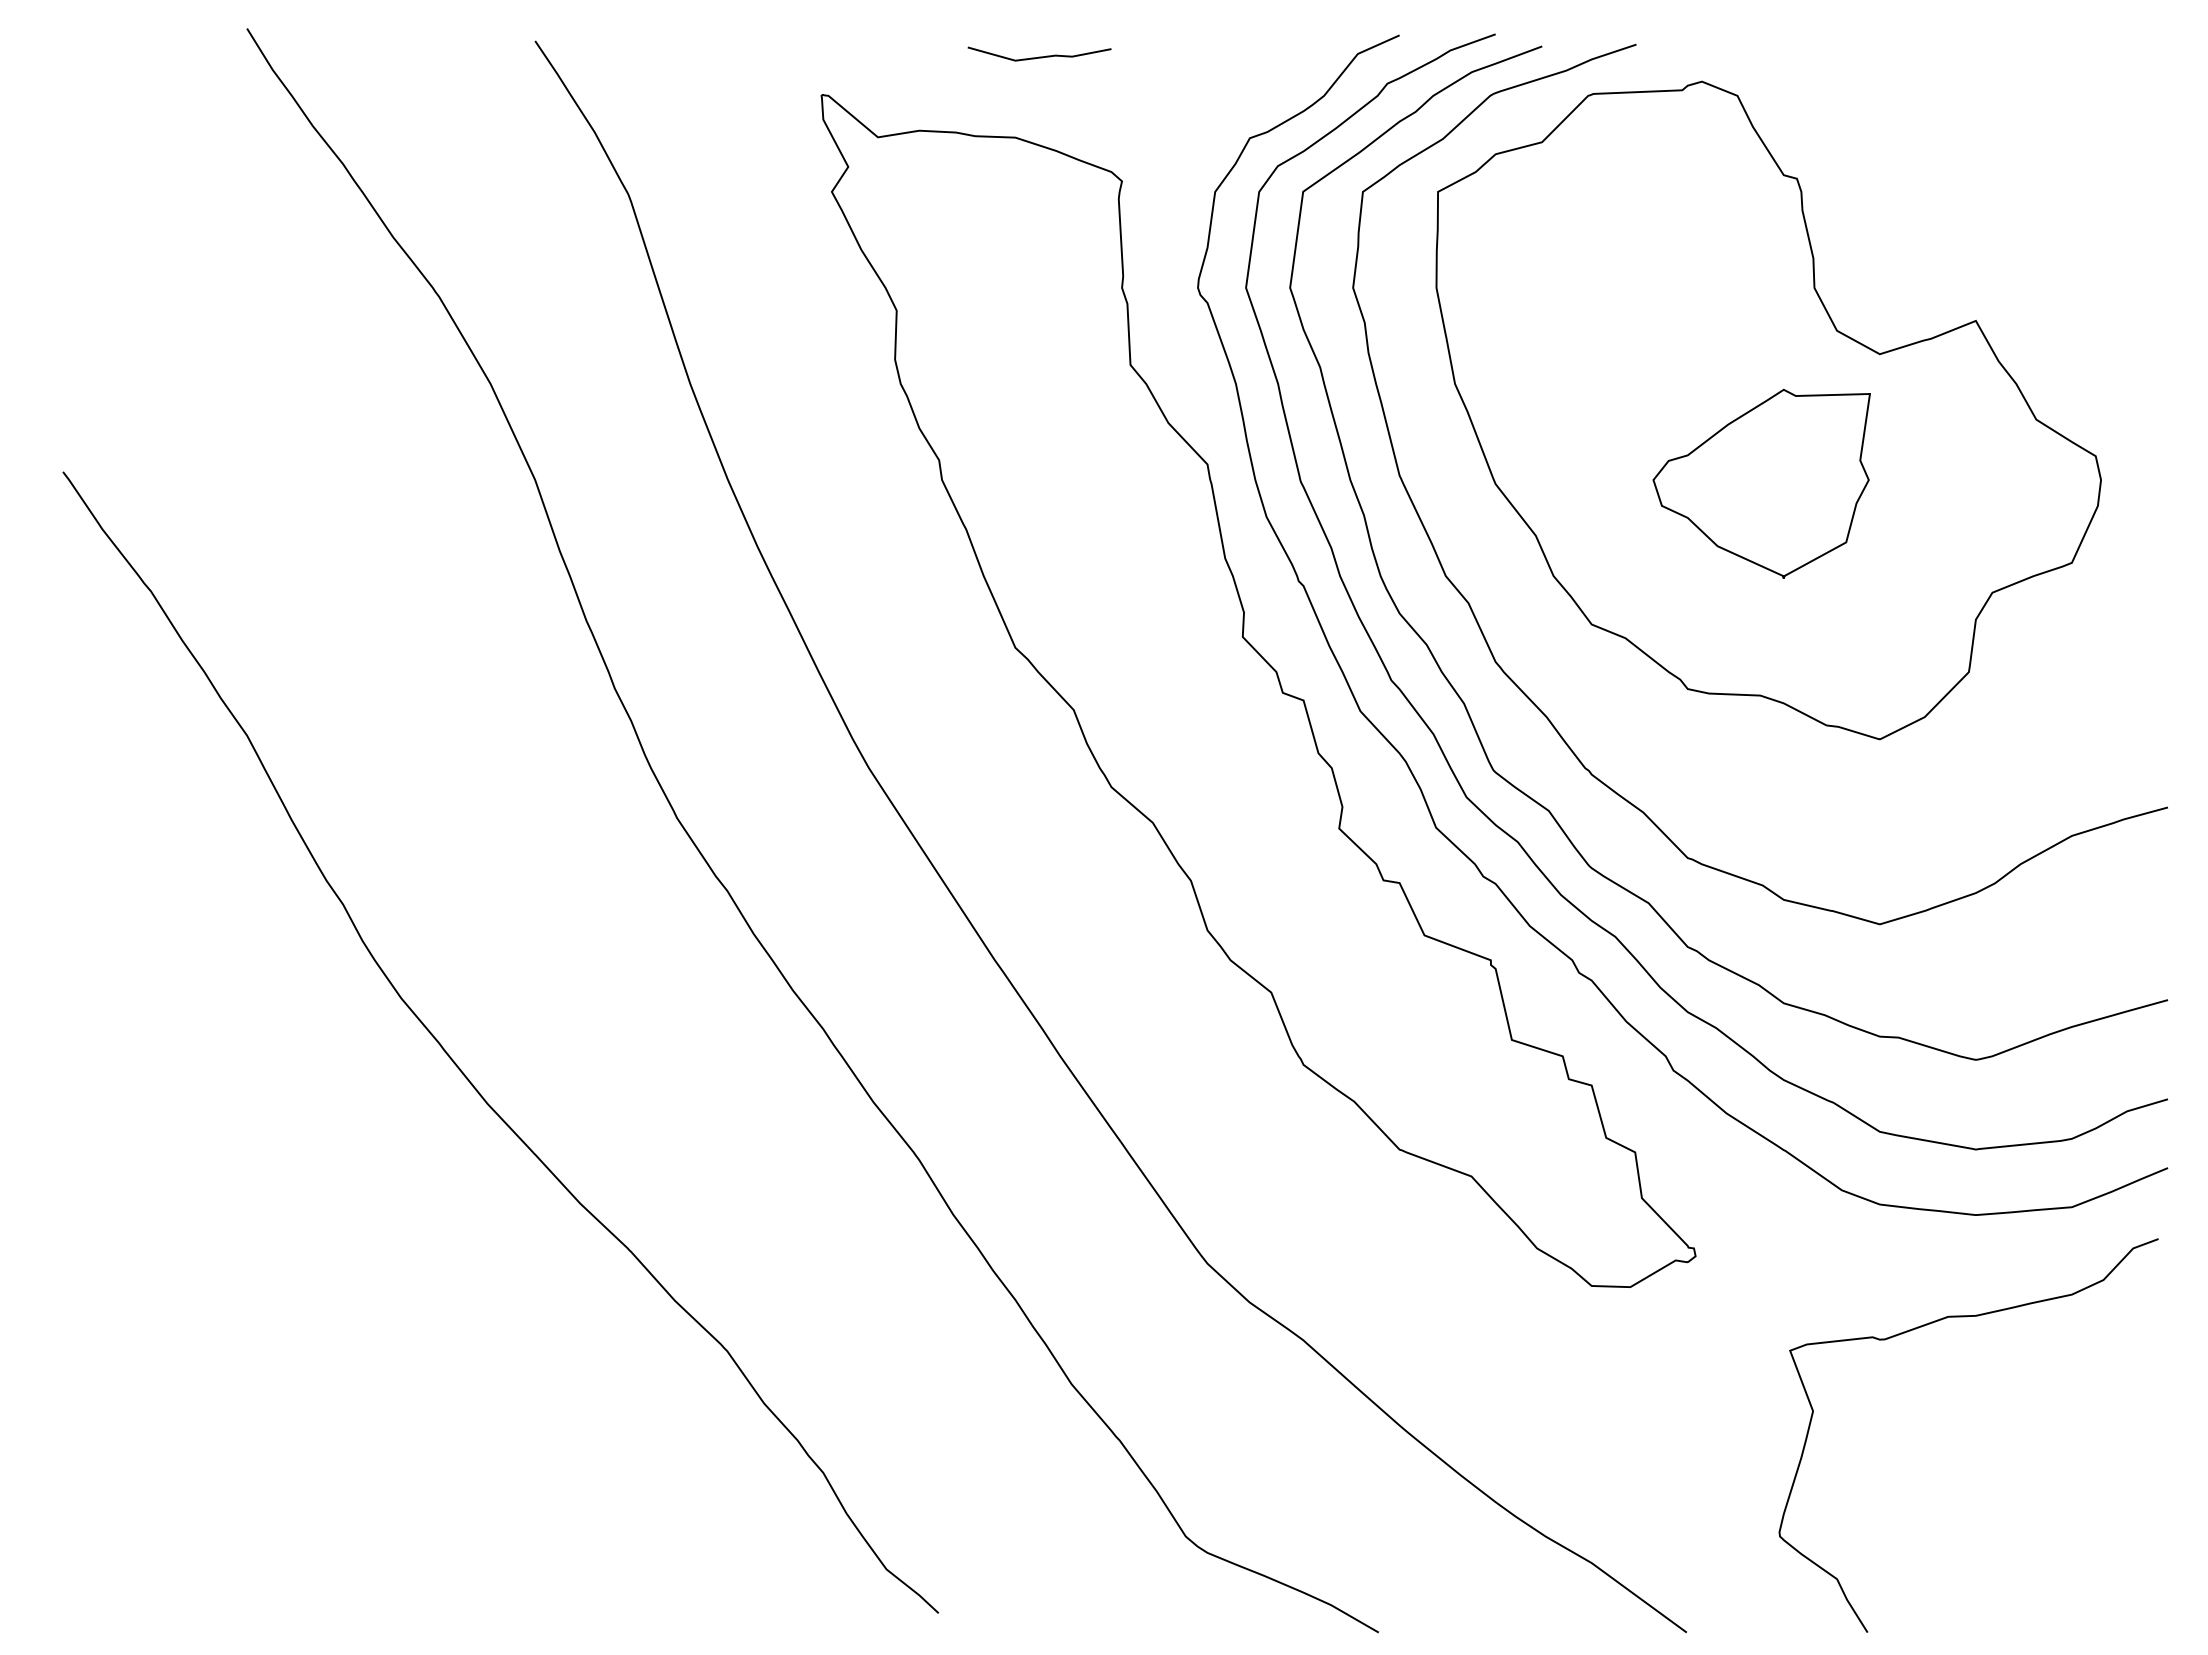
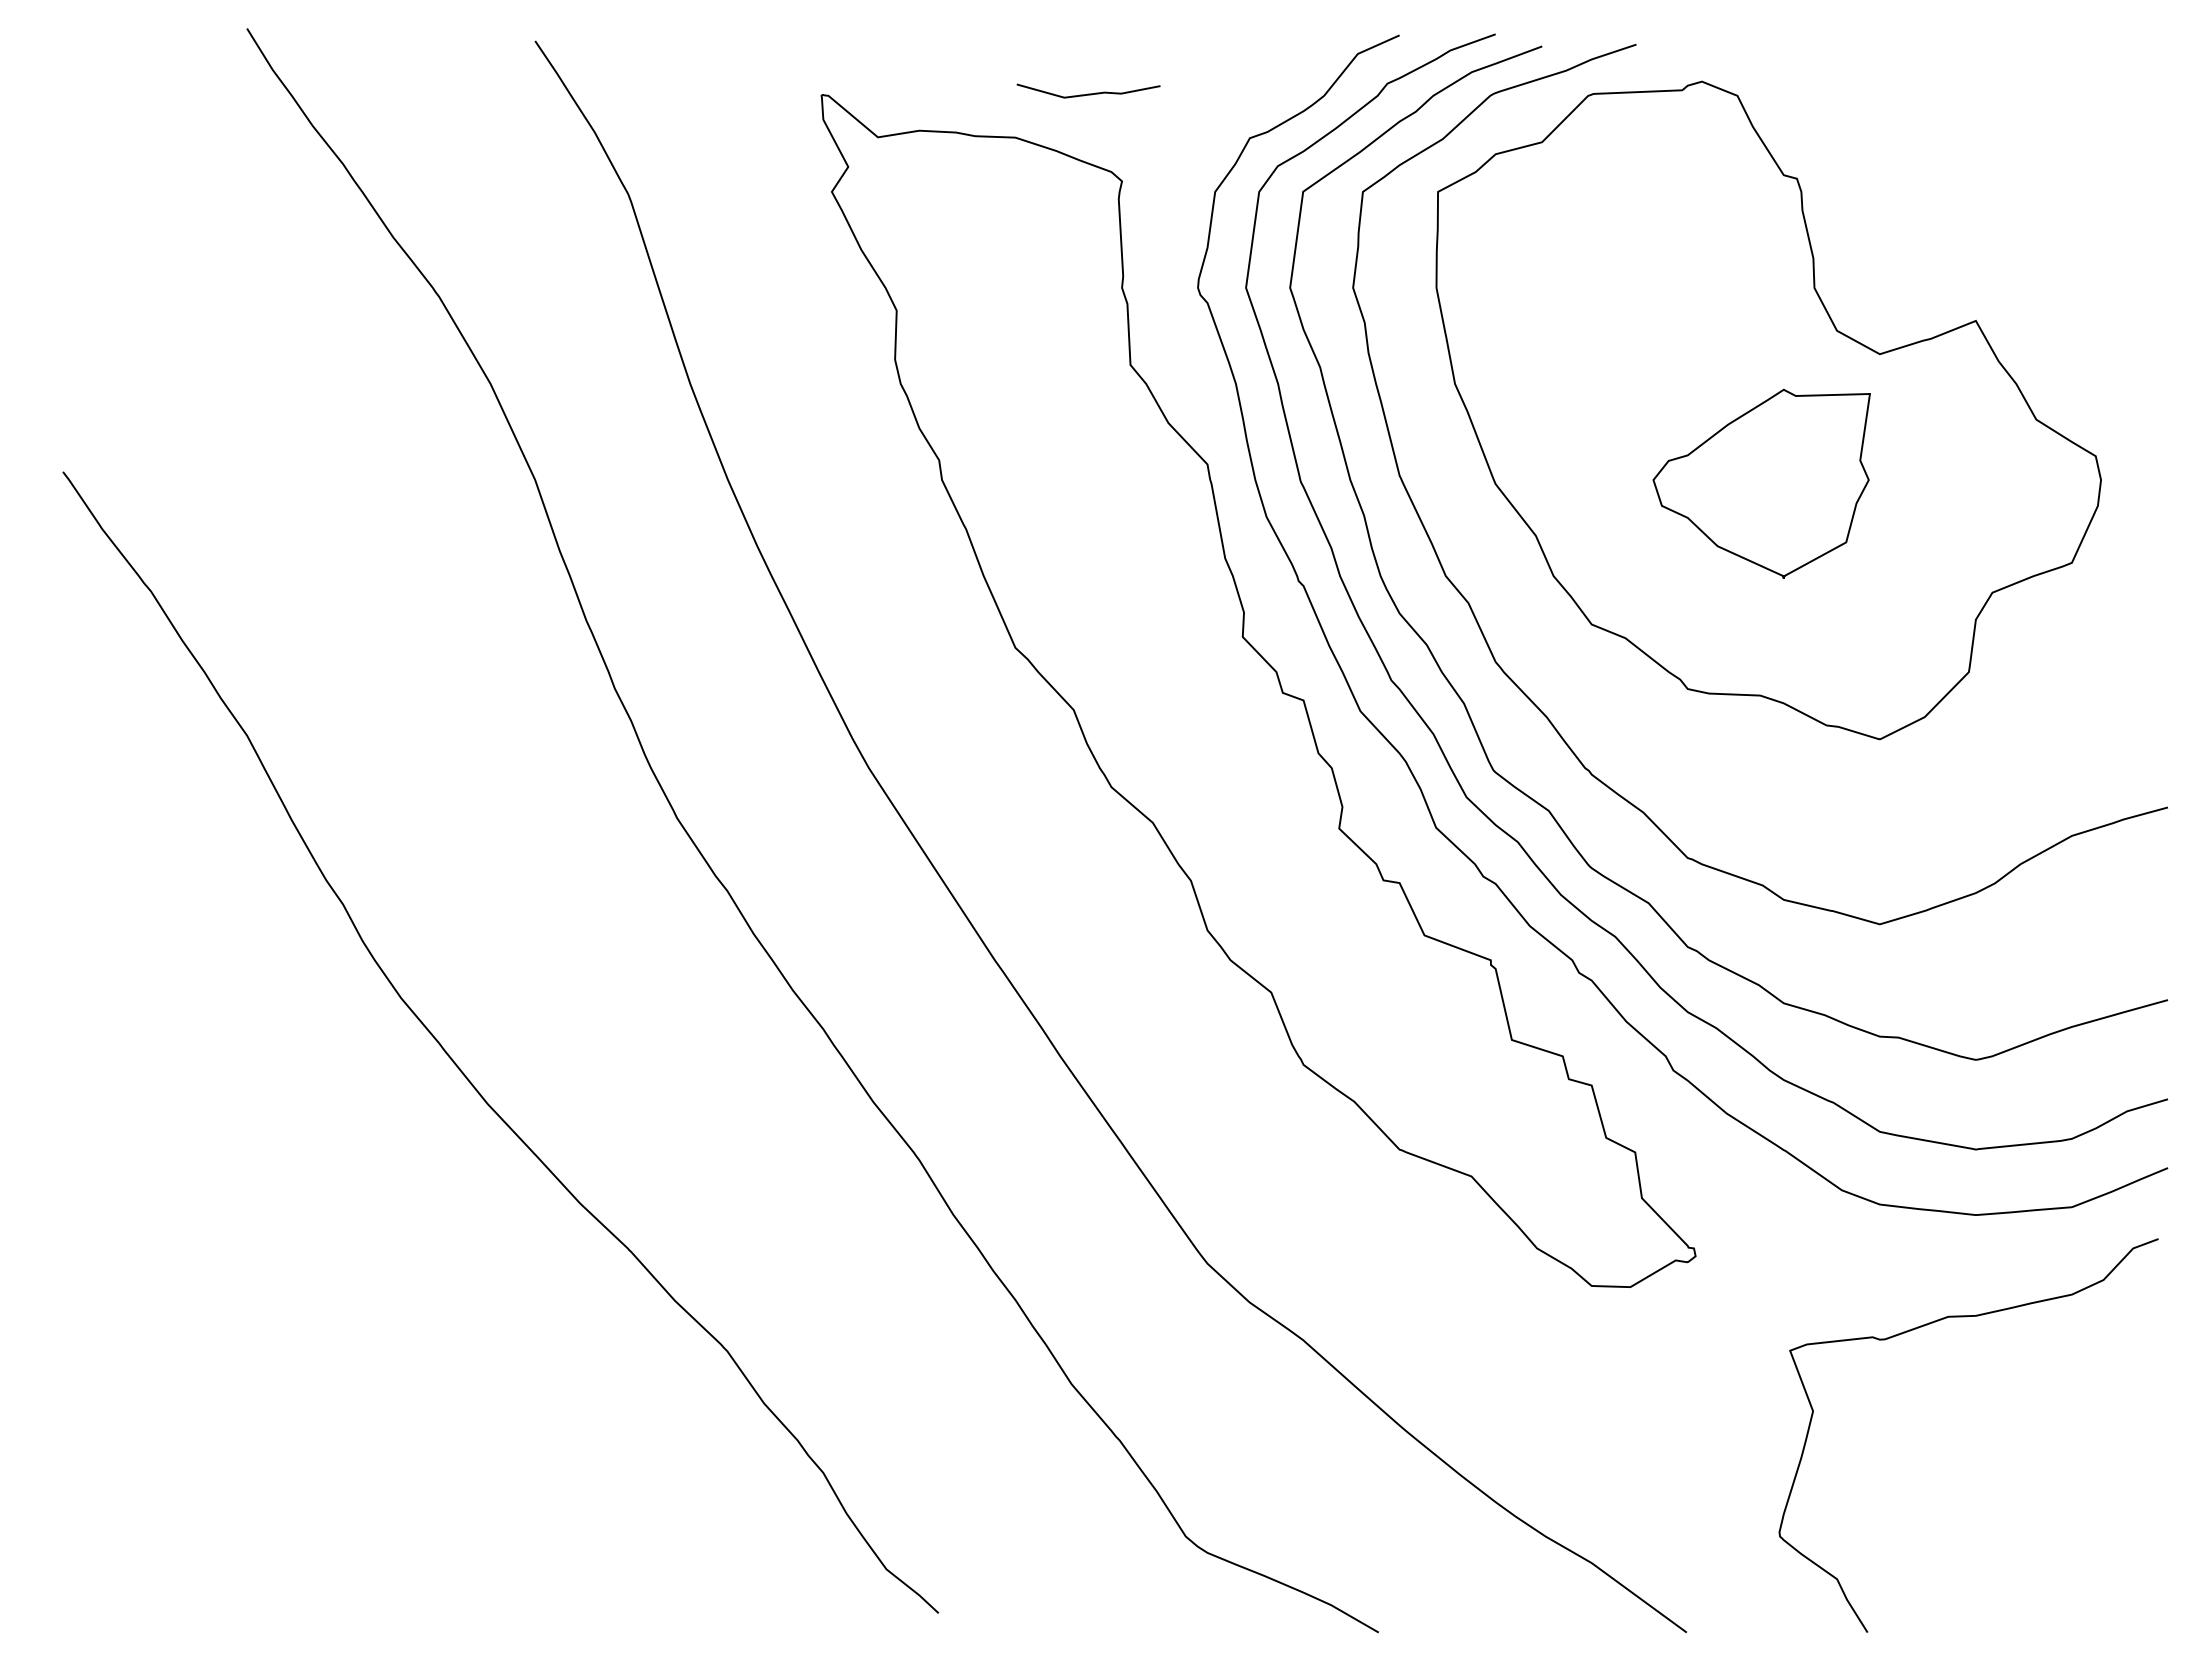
line at (1039, 56) position: (1039, 56) -> (1088, 93)
